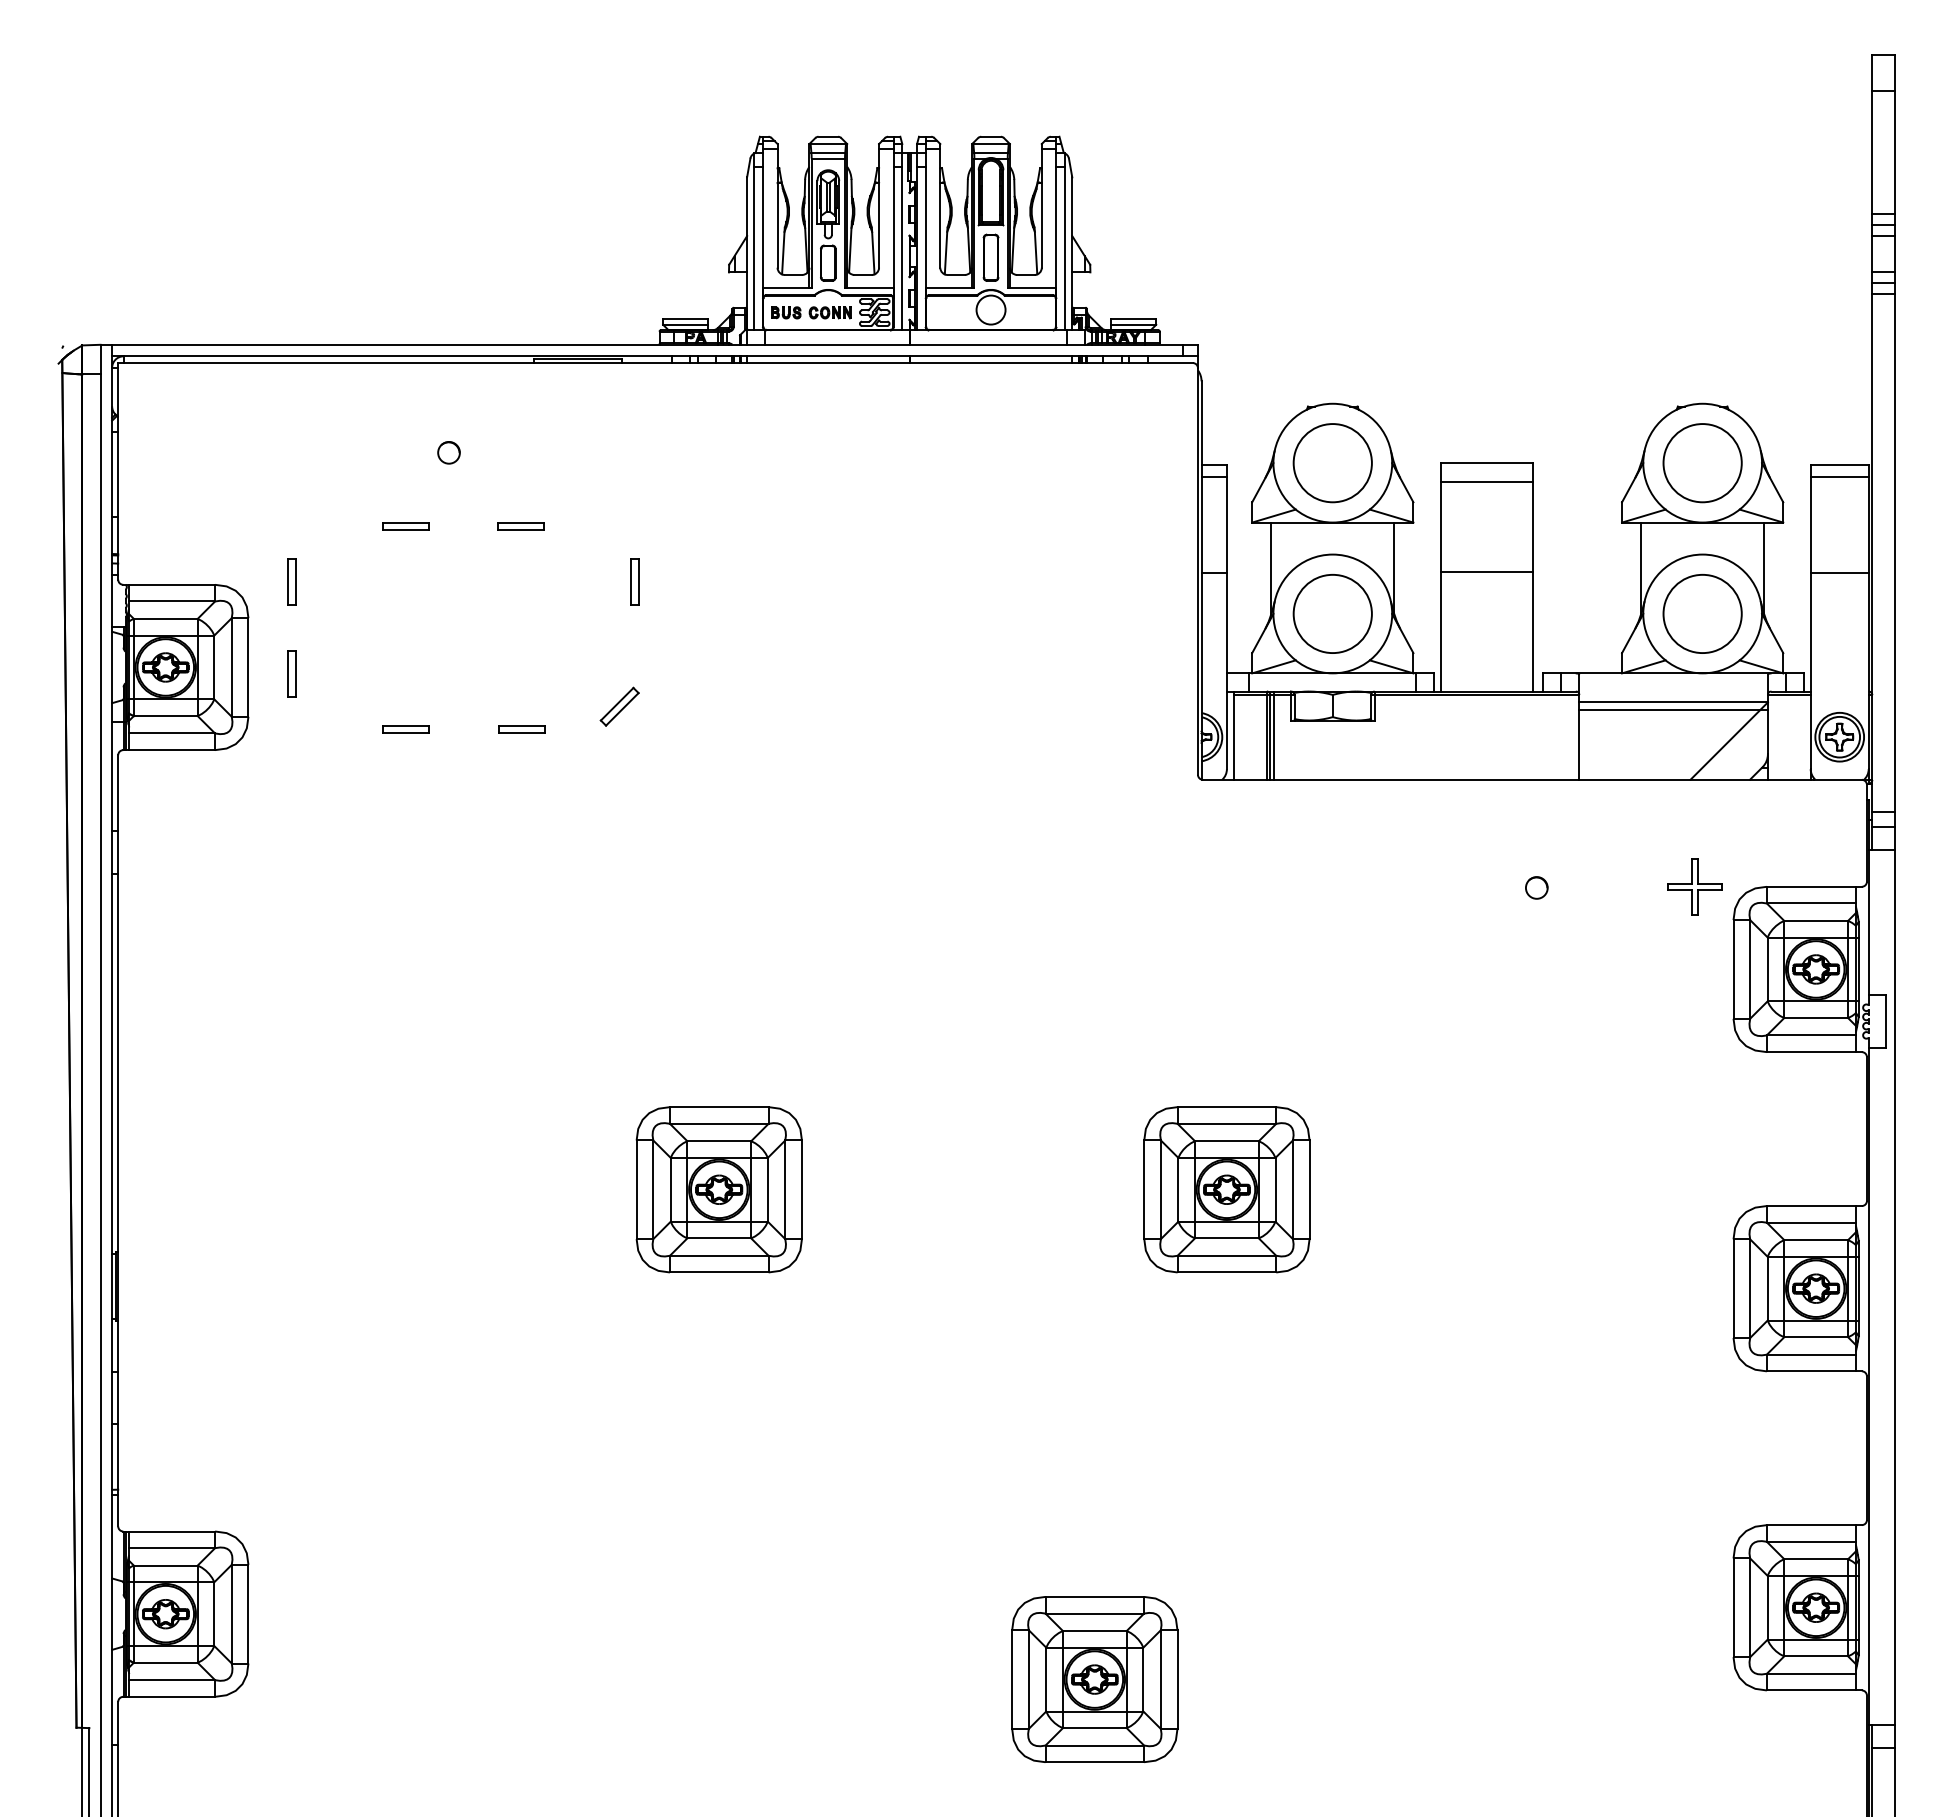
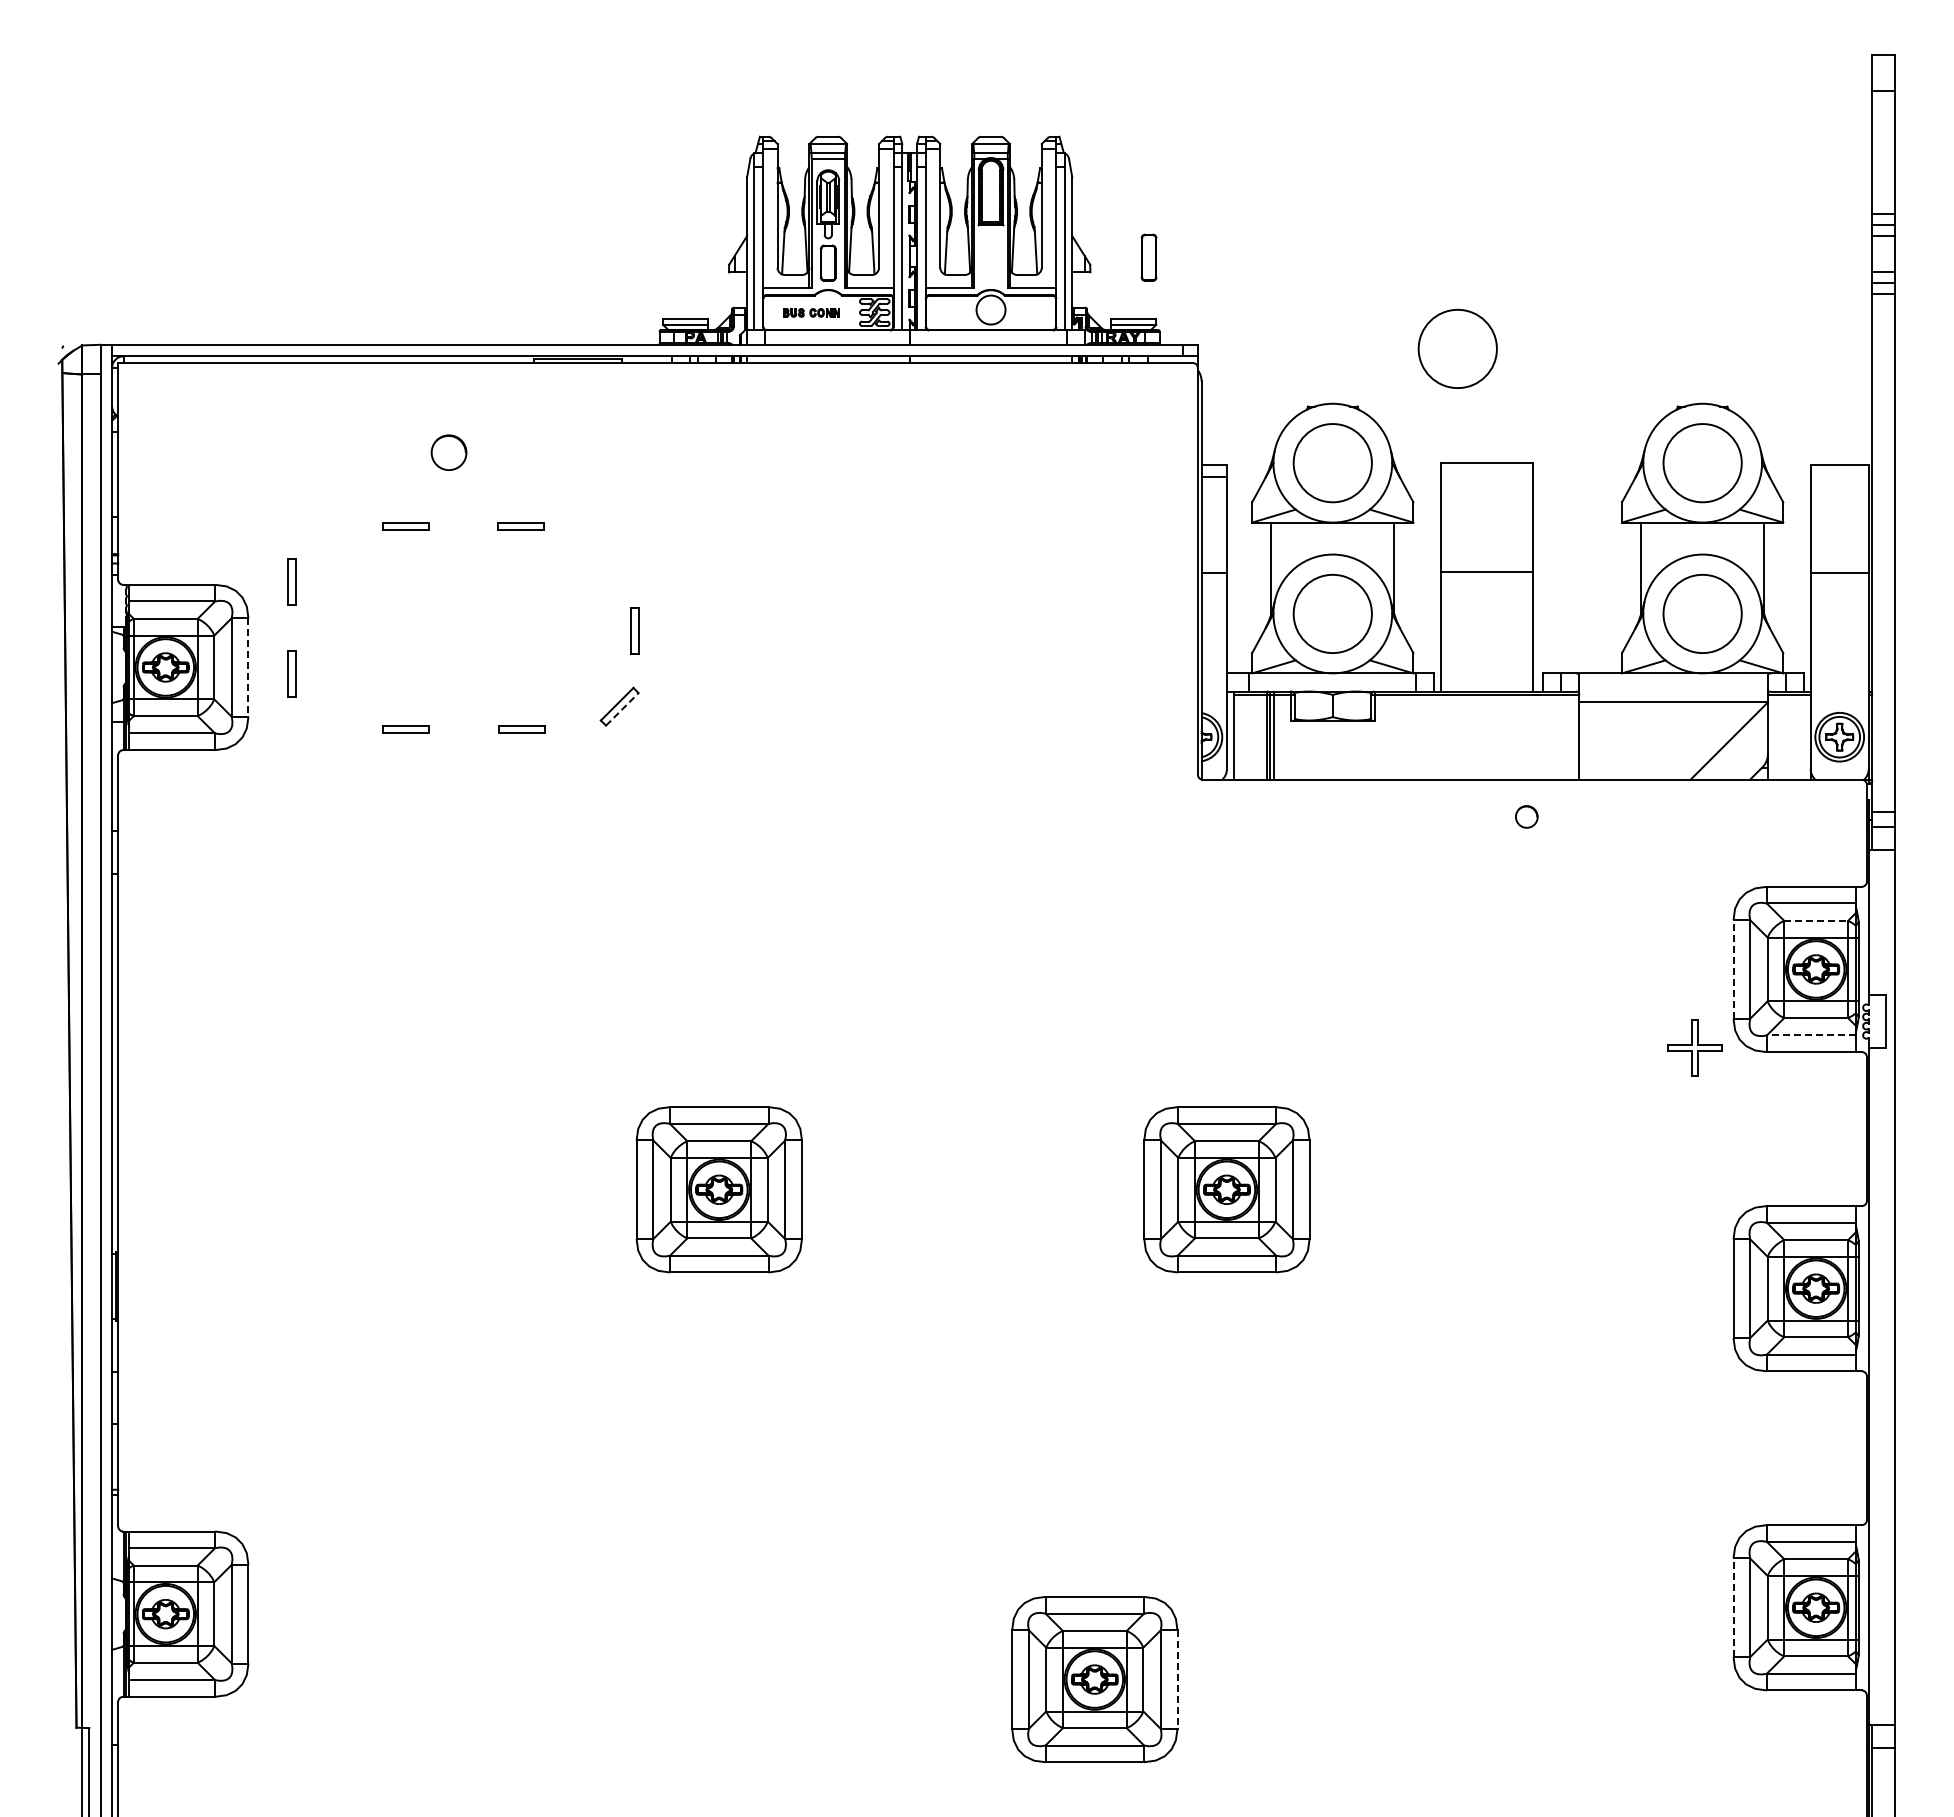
part at (990, 257) position: (990, 257) -> (1148, 257)
part at (811, 312) size: 81x14 px -> 57x10 px
circle at (1457, 348): none -> present
circle at (448, 452) size: 24x24 px -> 38x37 px
line at (1839, 477): present -> none
line at (1487, 481): present -> none
part at (634, 581) position: (634, 581) -> (634, 630)
line at (248, 667): solid -> dashed
line at (622, 709): solid -> dashed
line at (1673, 709): present -> none
part at (1694, 886) position: (1694, 886) -> (1694, 1047)
circle at (1536, 887) position: (1536, 887) -> (1526, 816)
line at (1816, 920): solid -> dashed
line at (1733, 968): solid -> dashed
line at (1811, 1035): solid -> dashed
line at (1733, 1607): solid -> dashed
line at (1177, 1680): solid -> dashed
